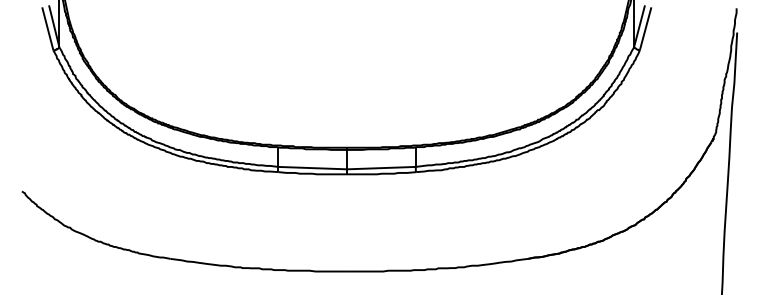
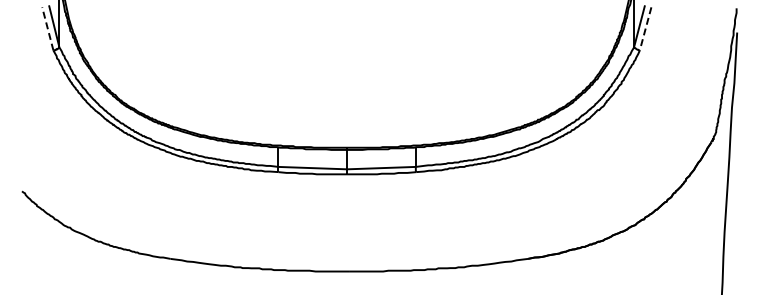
line at (47, 28): solid -> dashed
line at (645, 29): solid -> dashed
